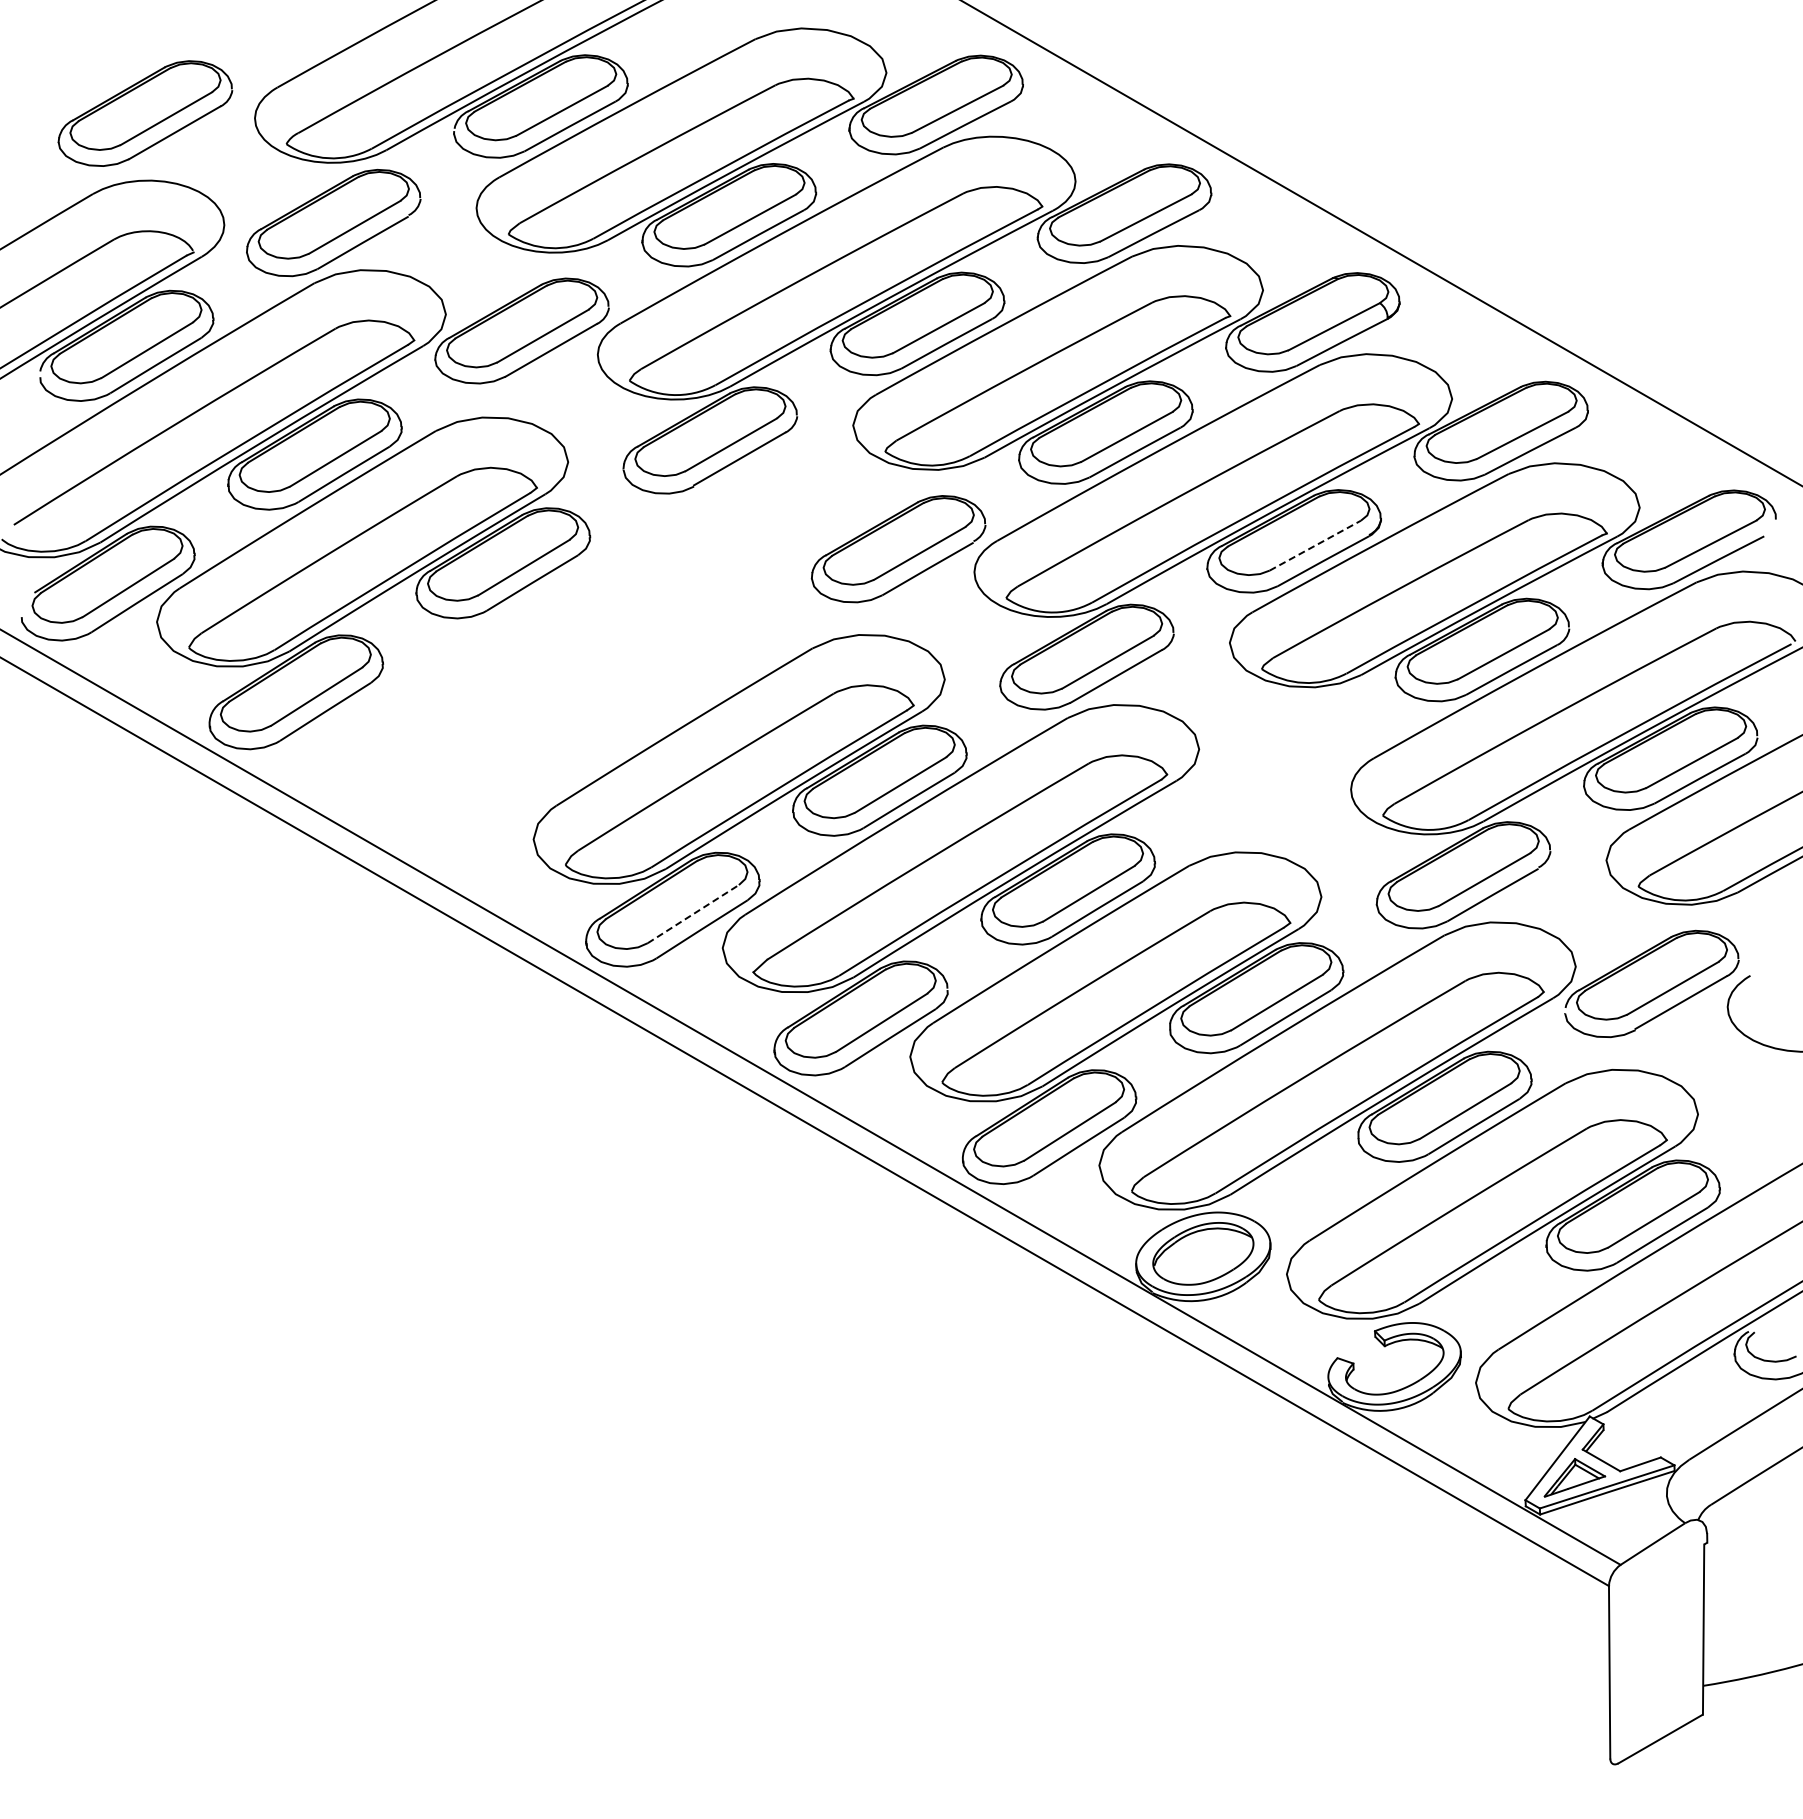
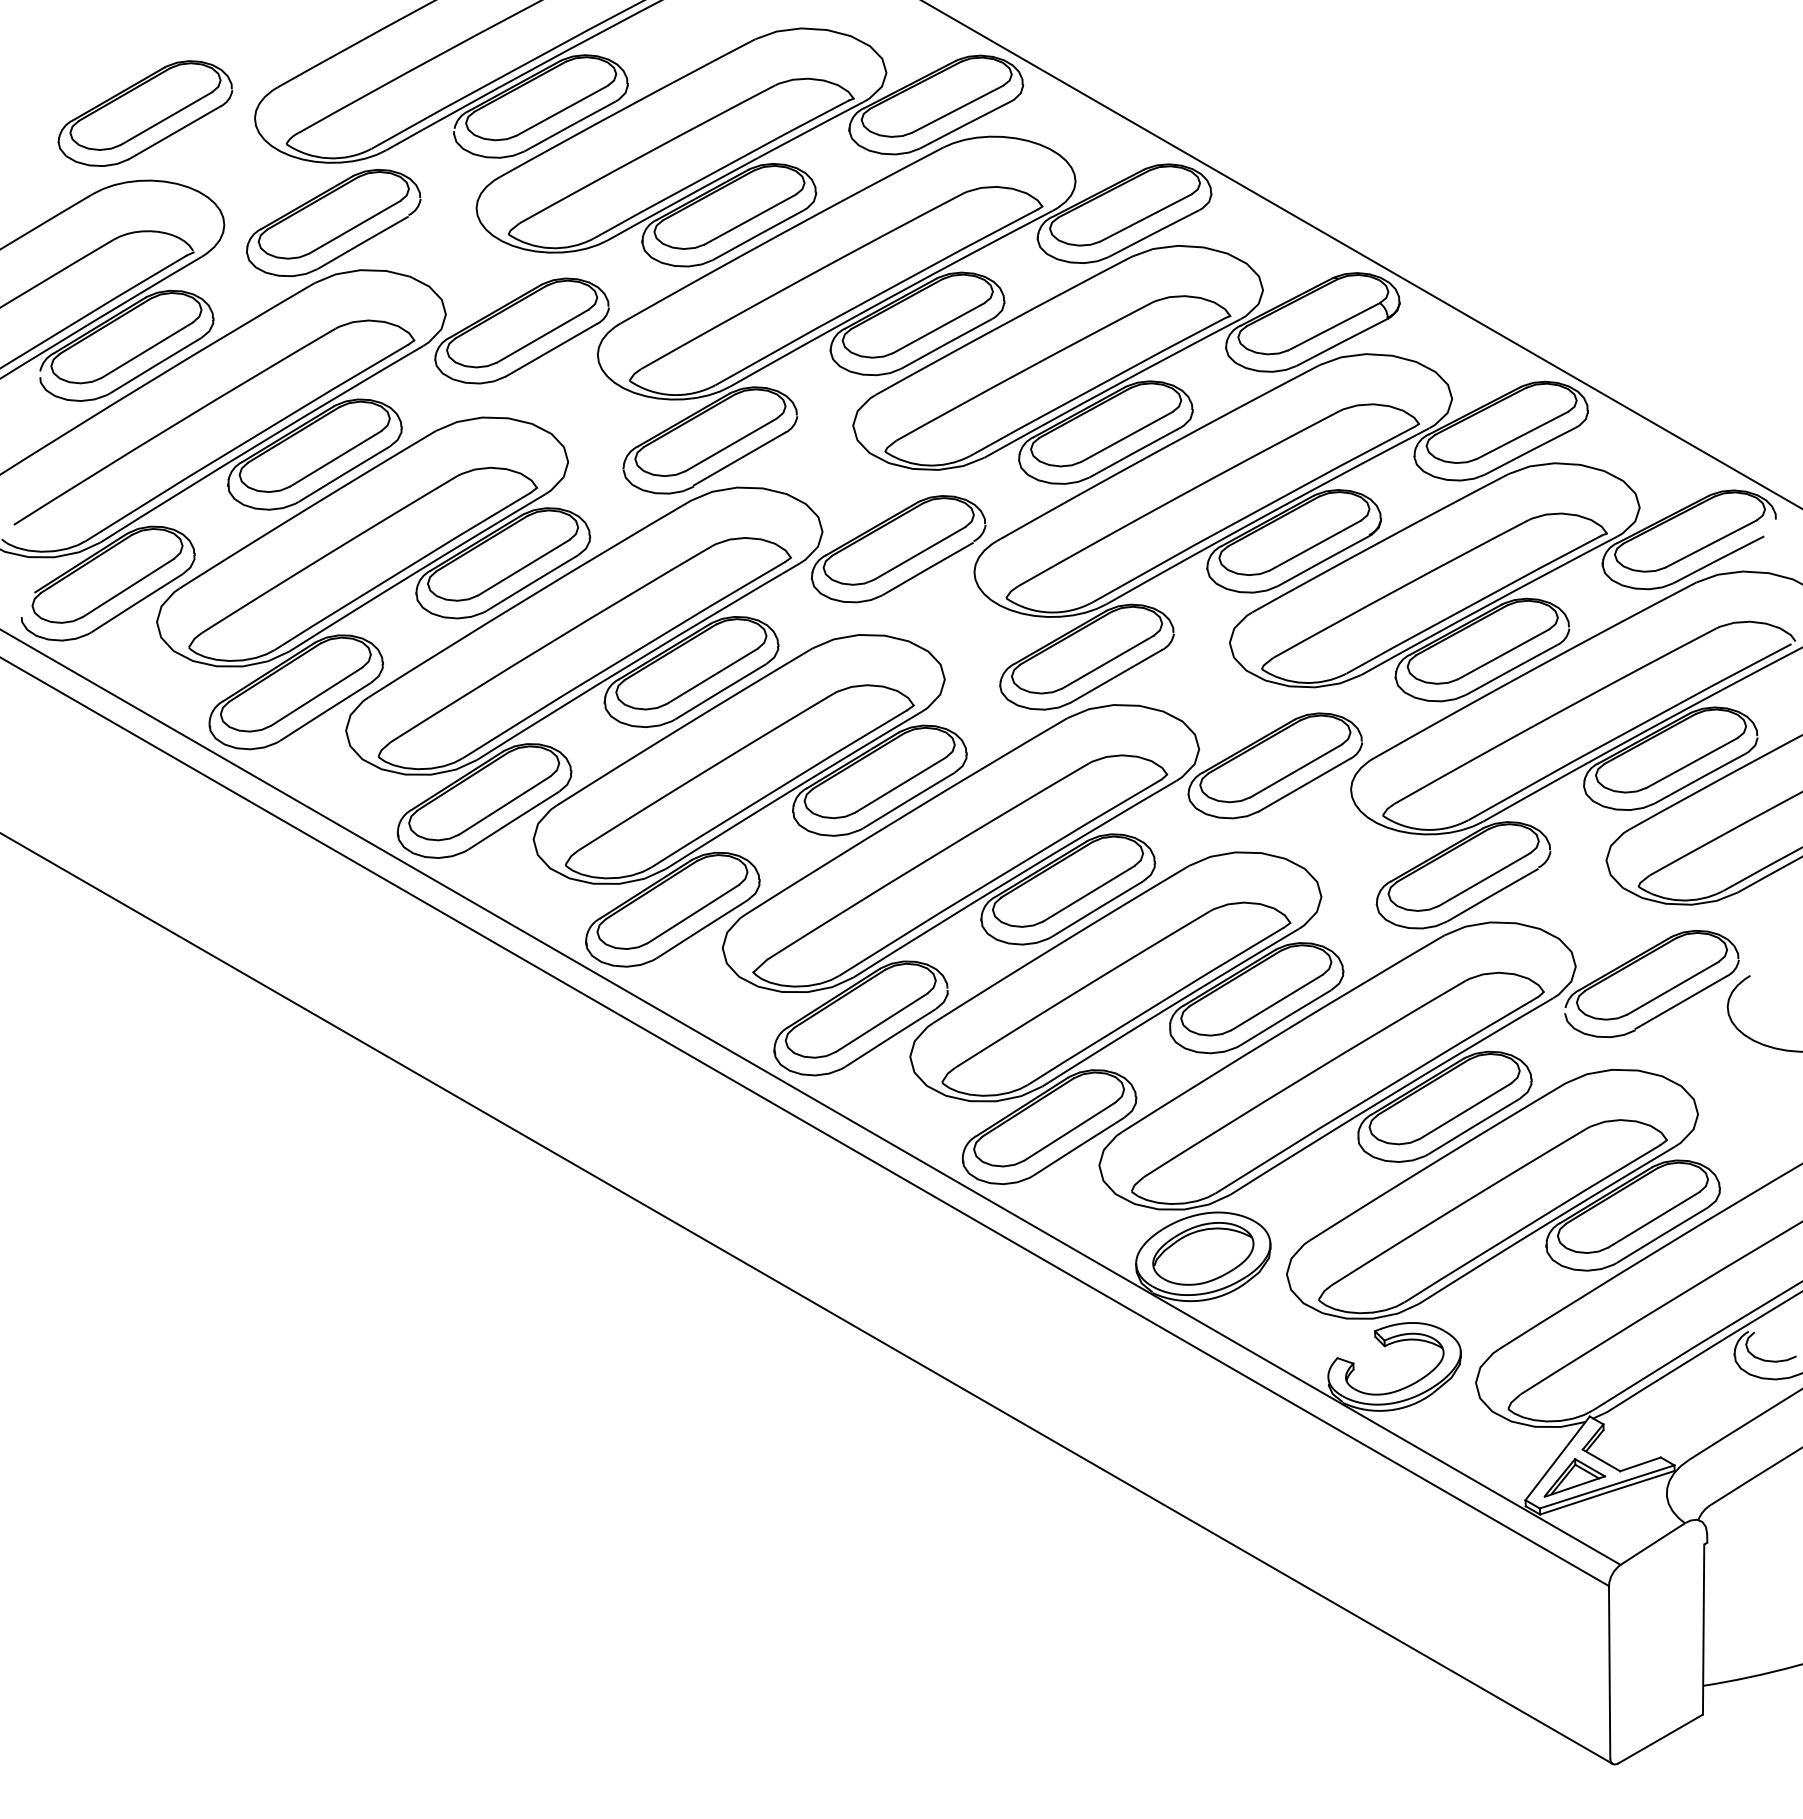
line at (1381, 243) position: (1381, 243) -> (1361, 254)
line at (1315, 545): dashed -> solid
part at (584, 672): none -> present
part at (1274, 765): none -> present
line at (693, 913): dashed -> solid
line at (807, 1298): none -> present
